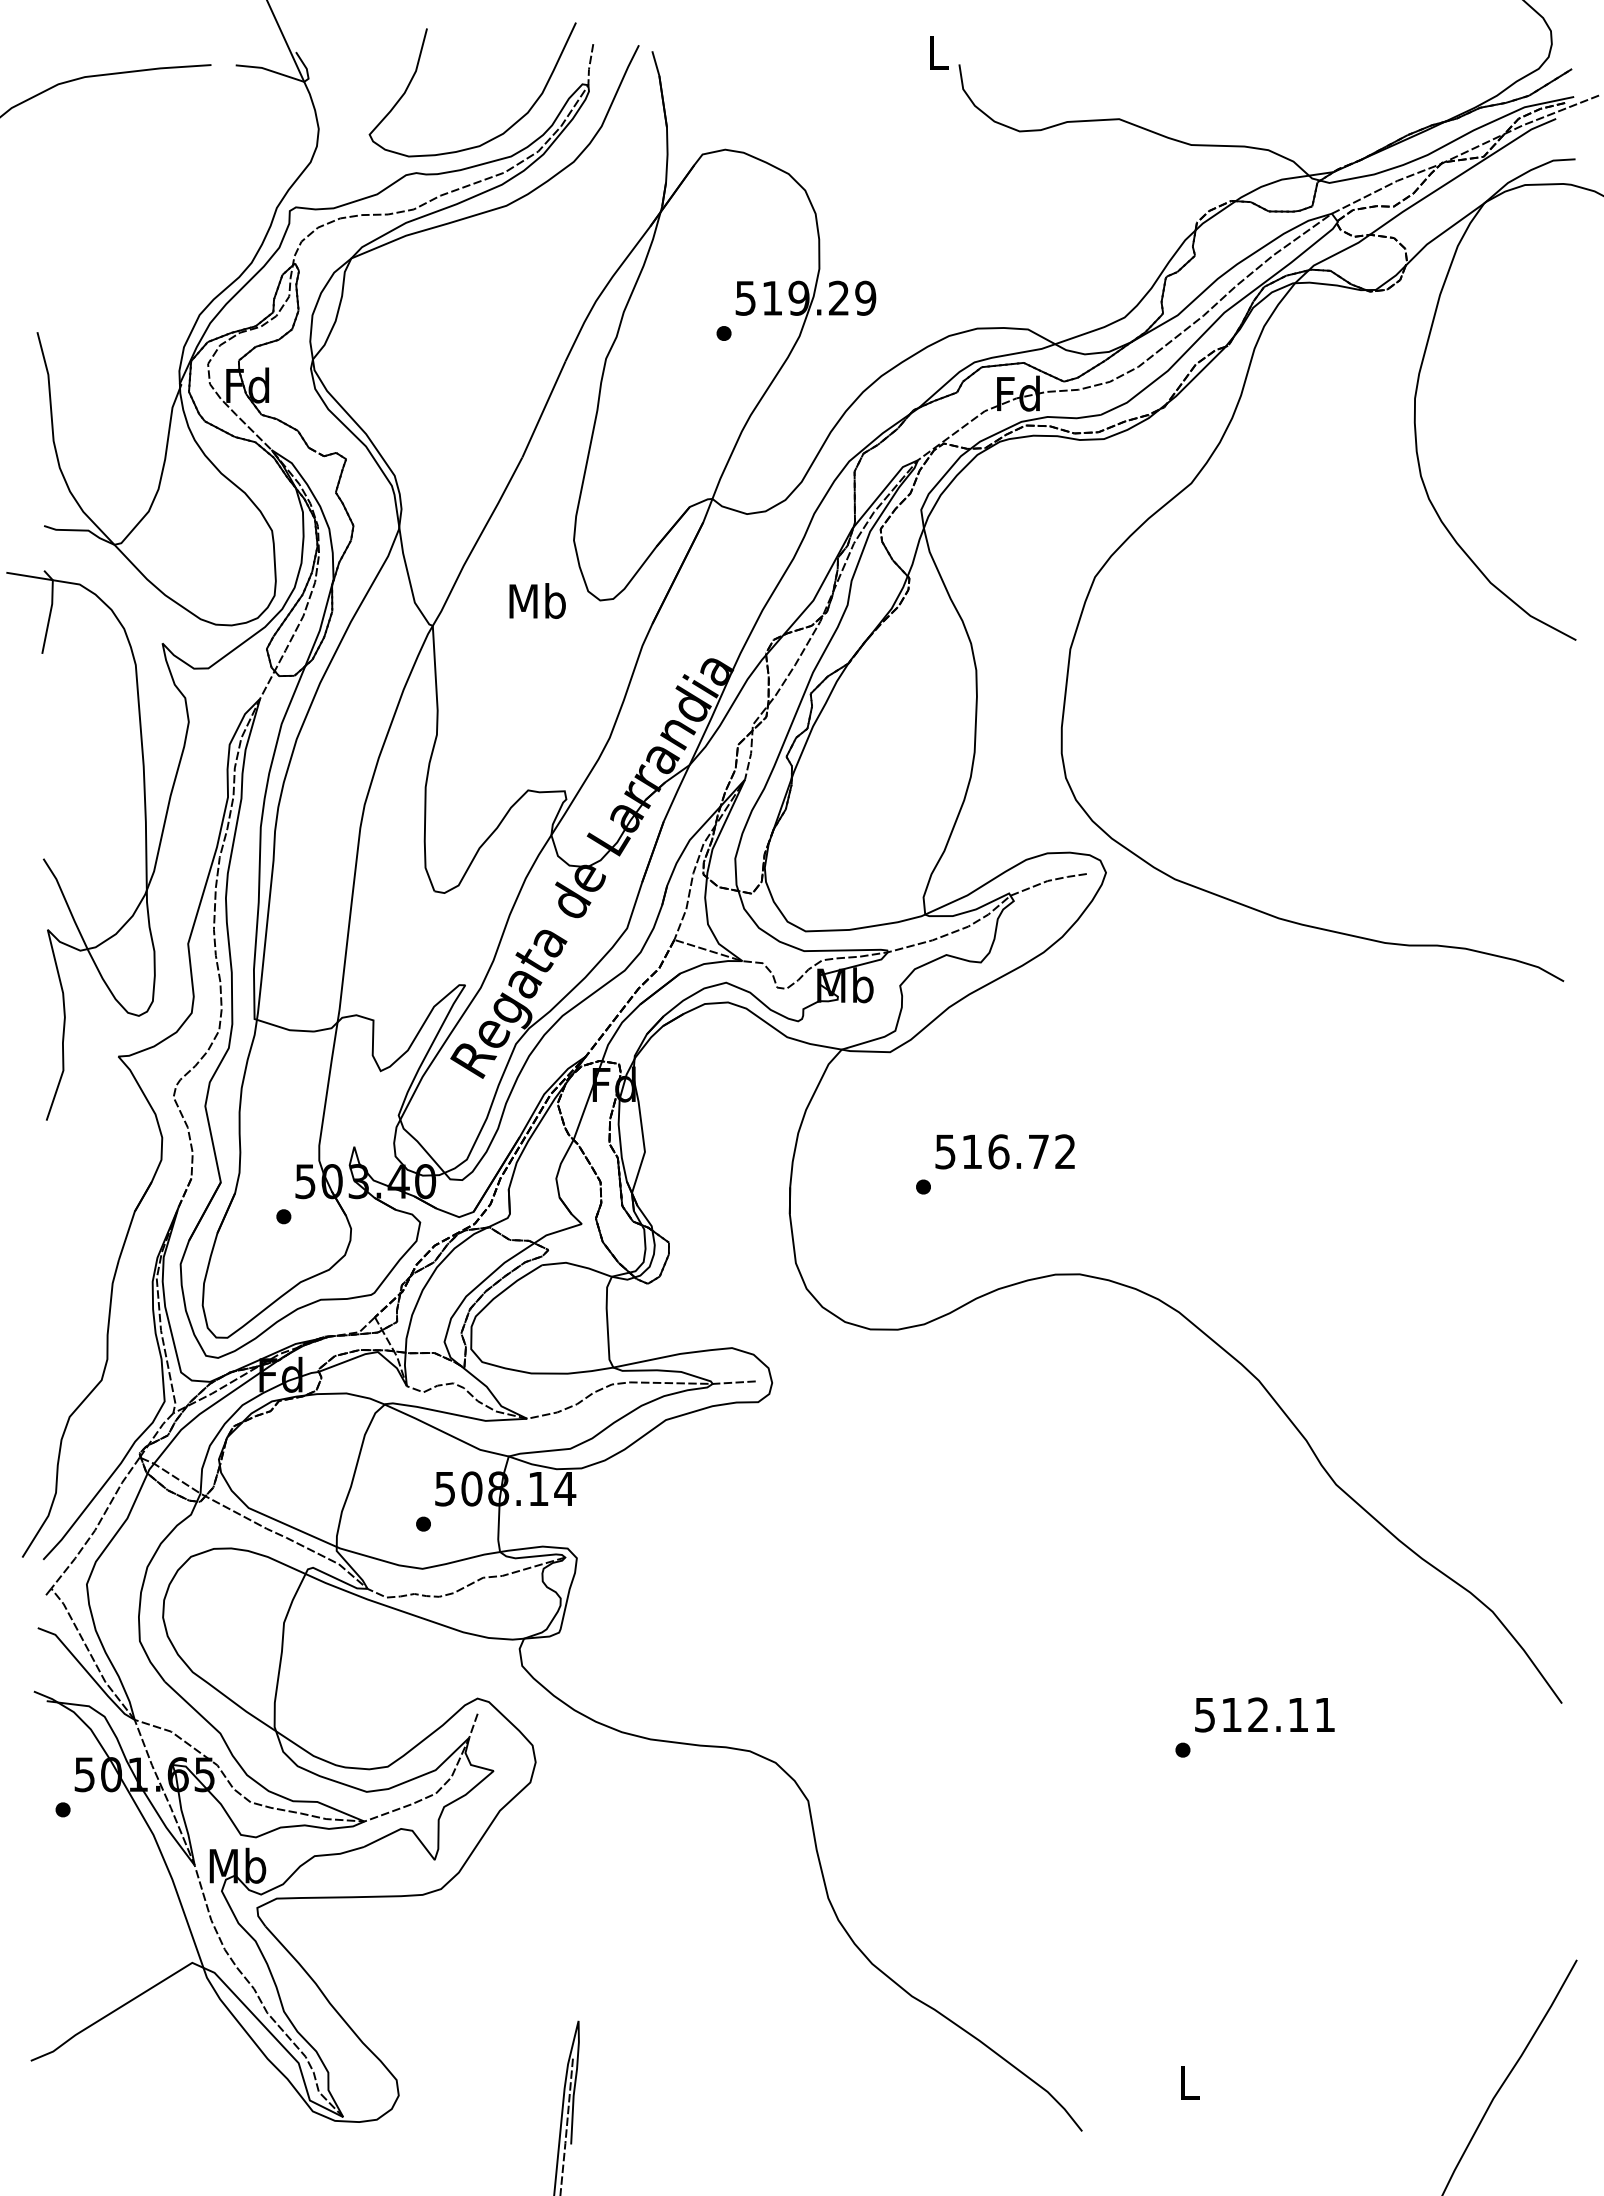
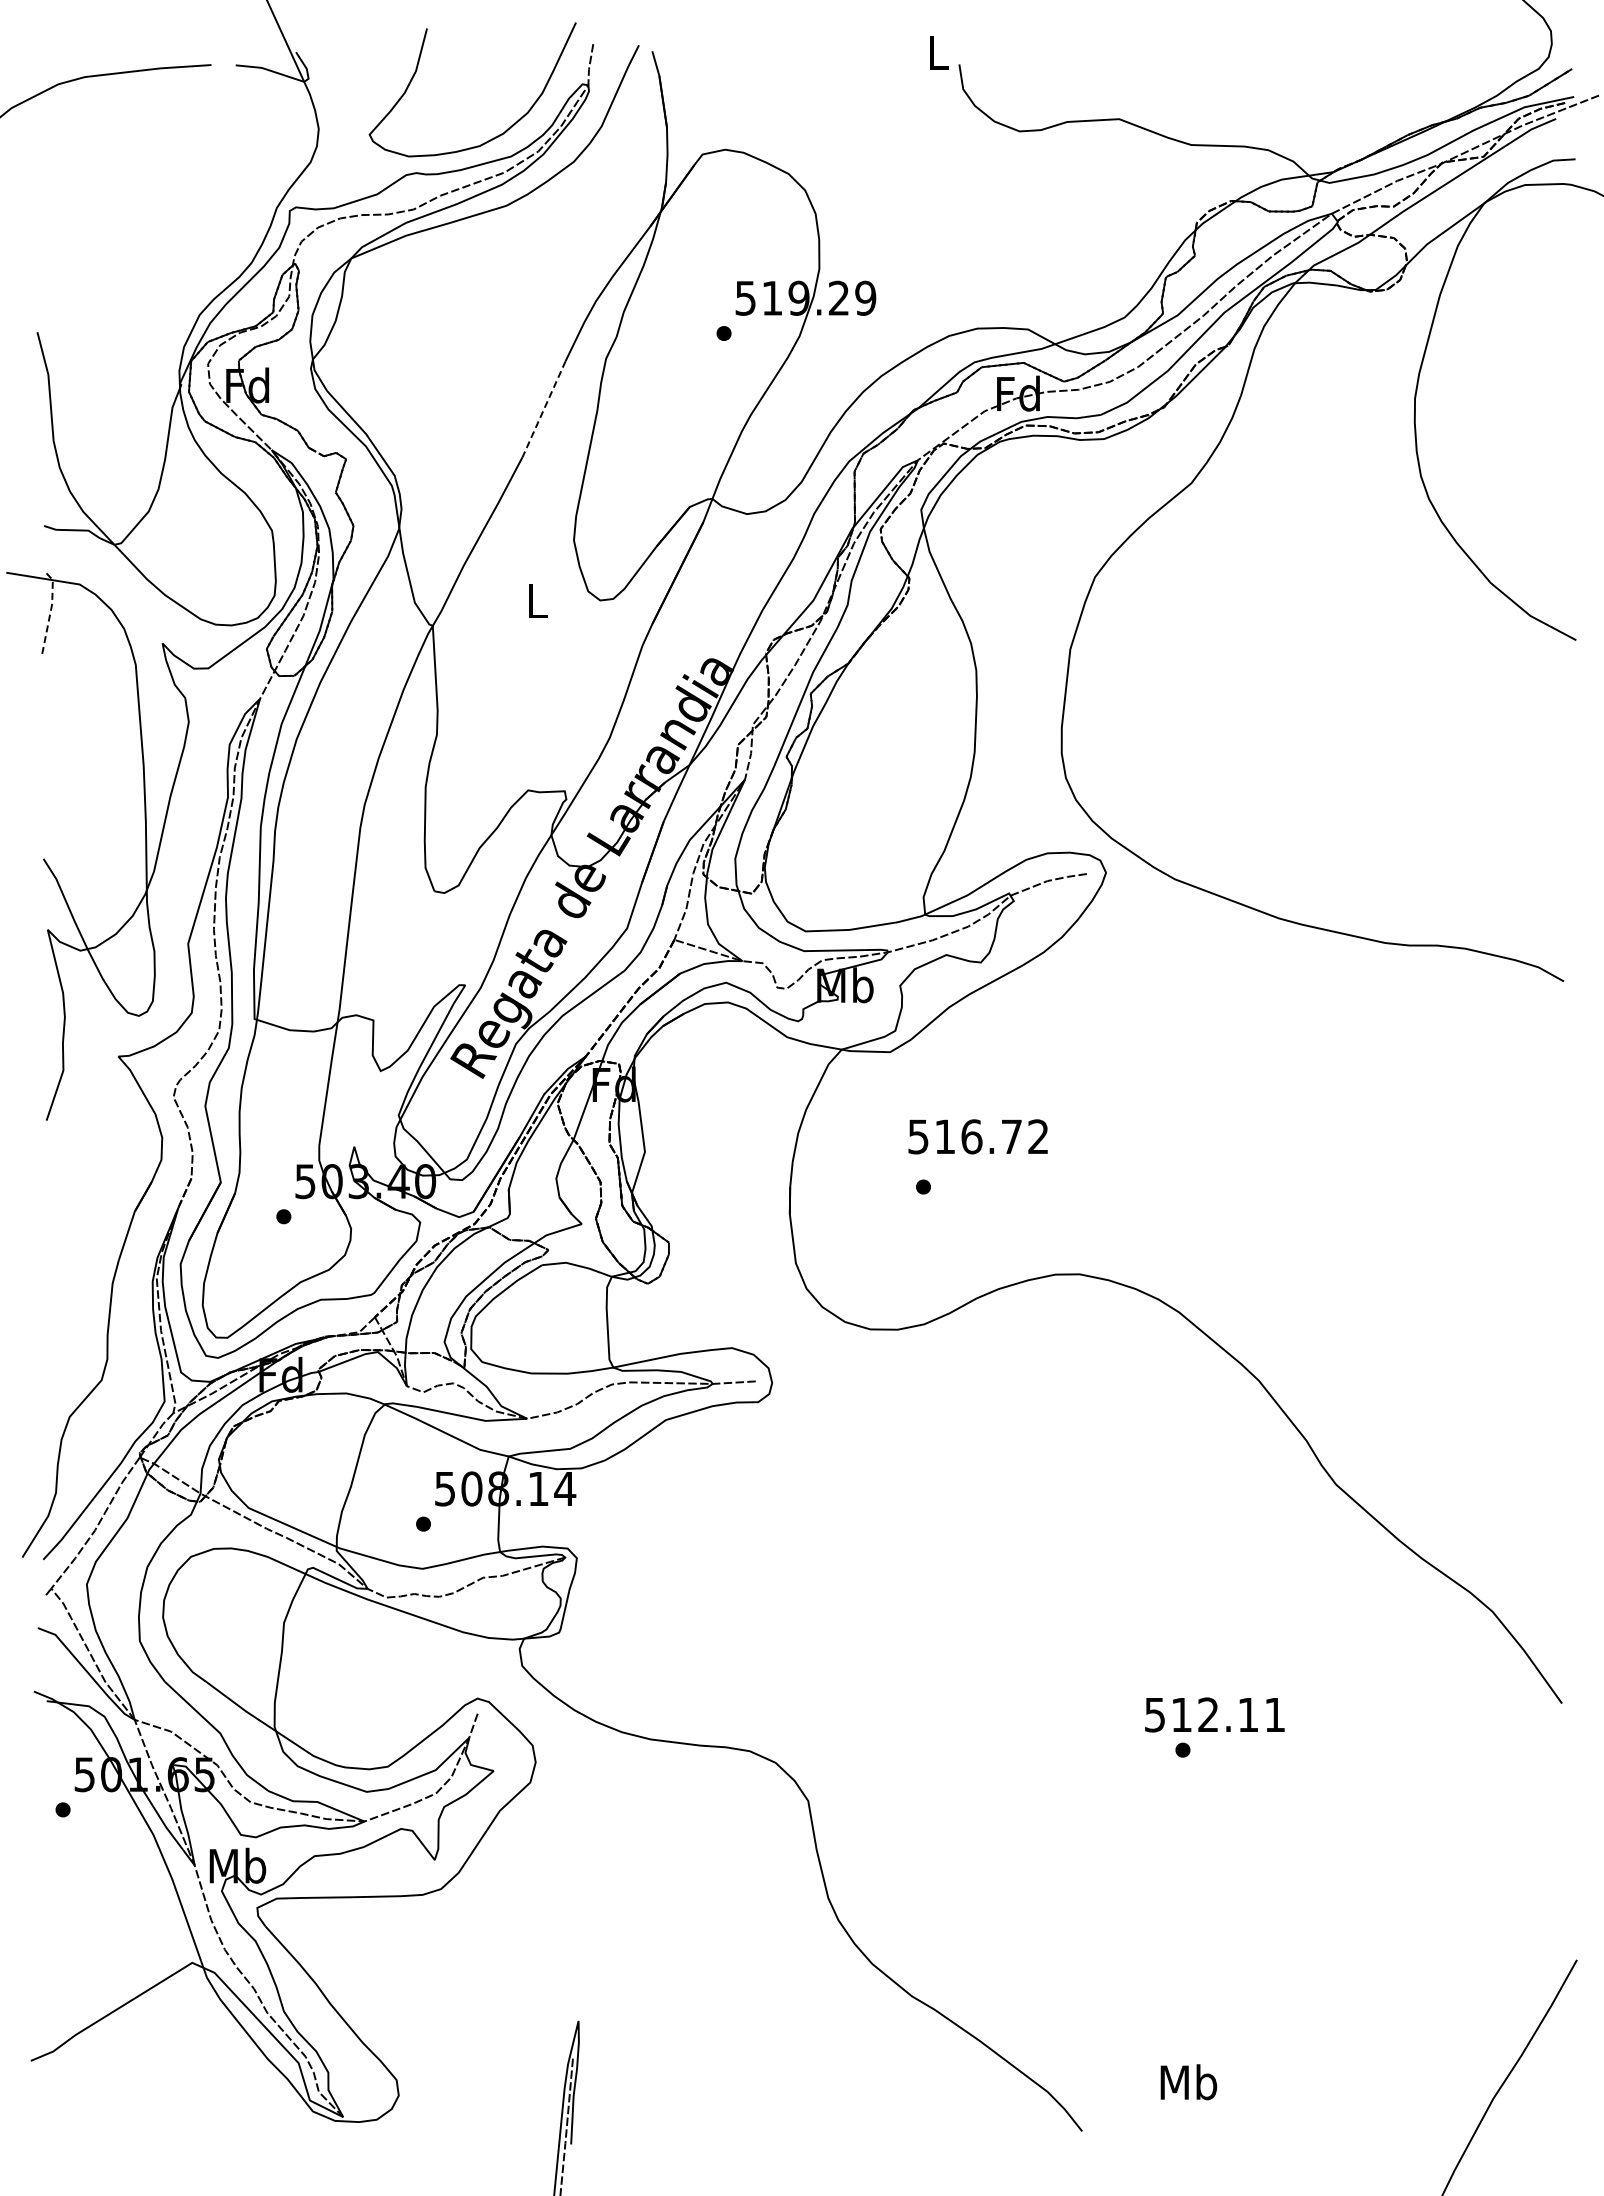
line at (544, 409): solid -> dashed
text at (537, 600): Mb -> L
line at (51, 609): solid -> dashed
text at (1004, 1151) position: (1004, 1151) -> (977, 1136)
text at (1264, 1714) position: (1264, 1714) -> (1214, 1714)
text at (1188, 2082): L -> Mb
